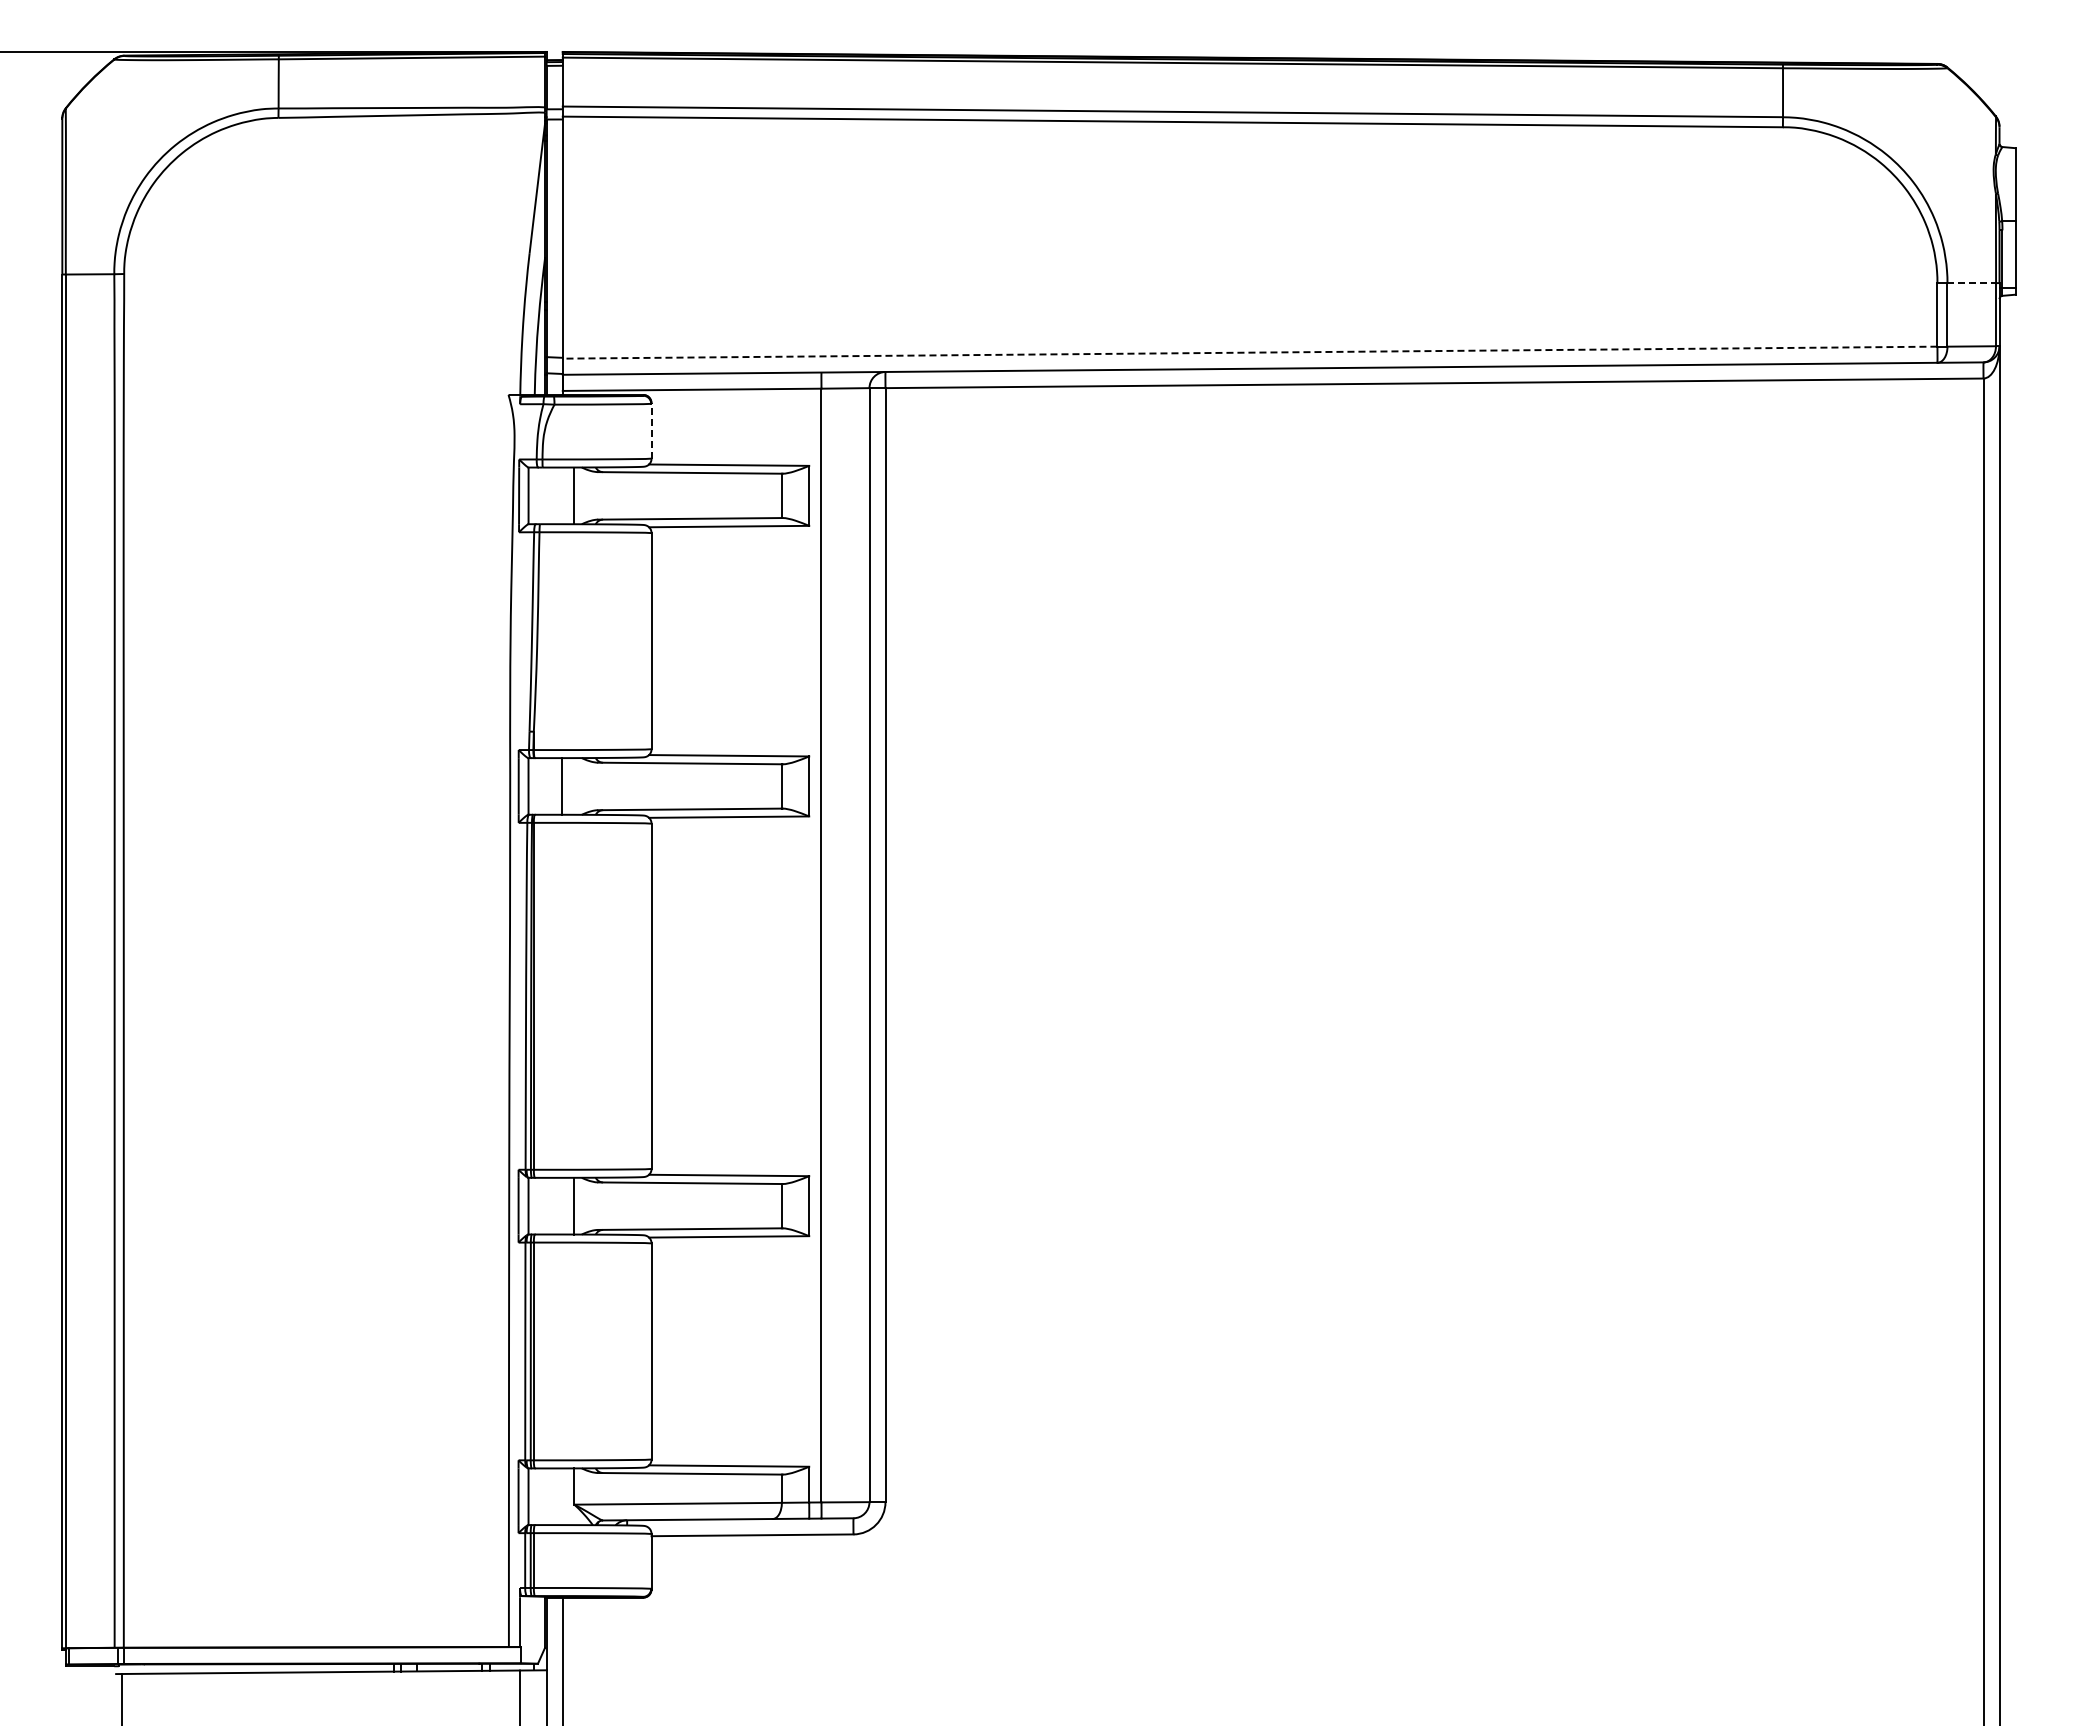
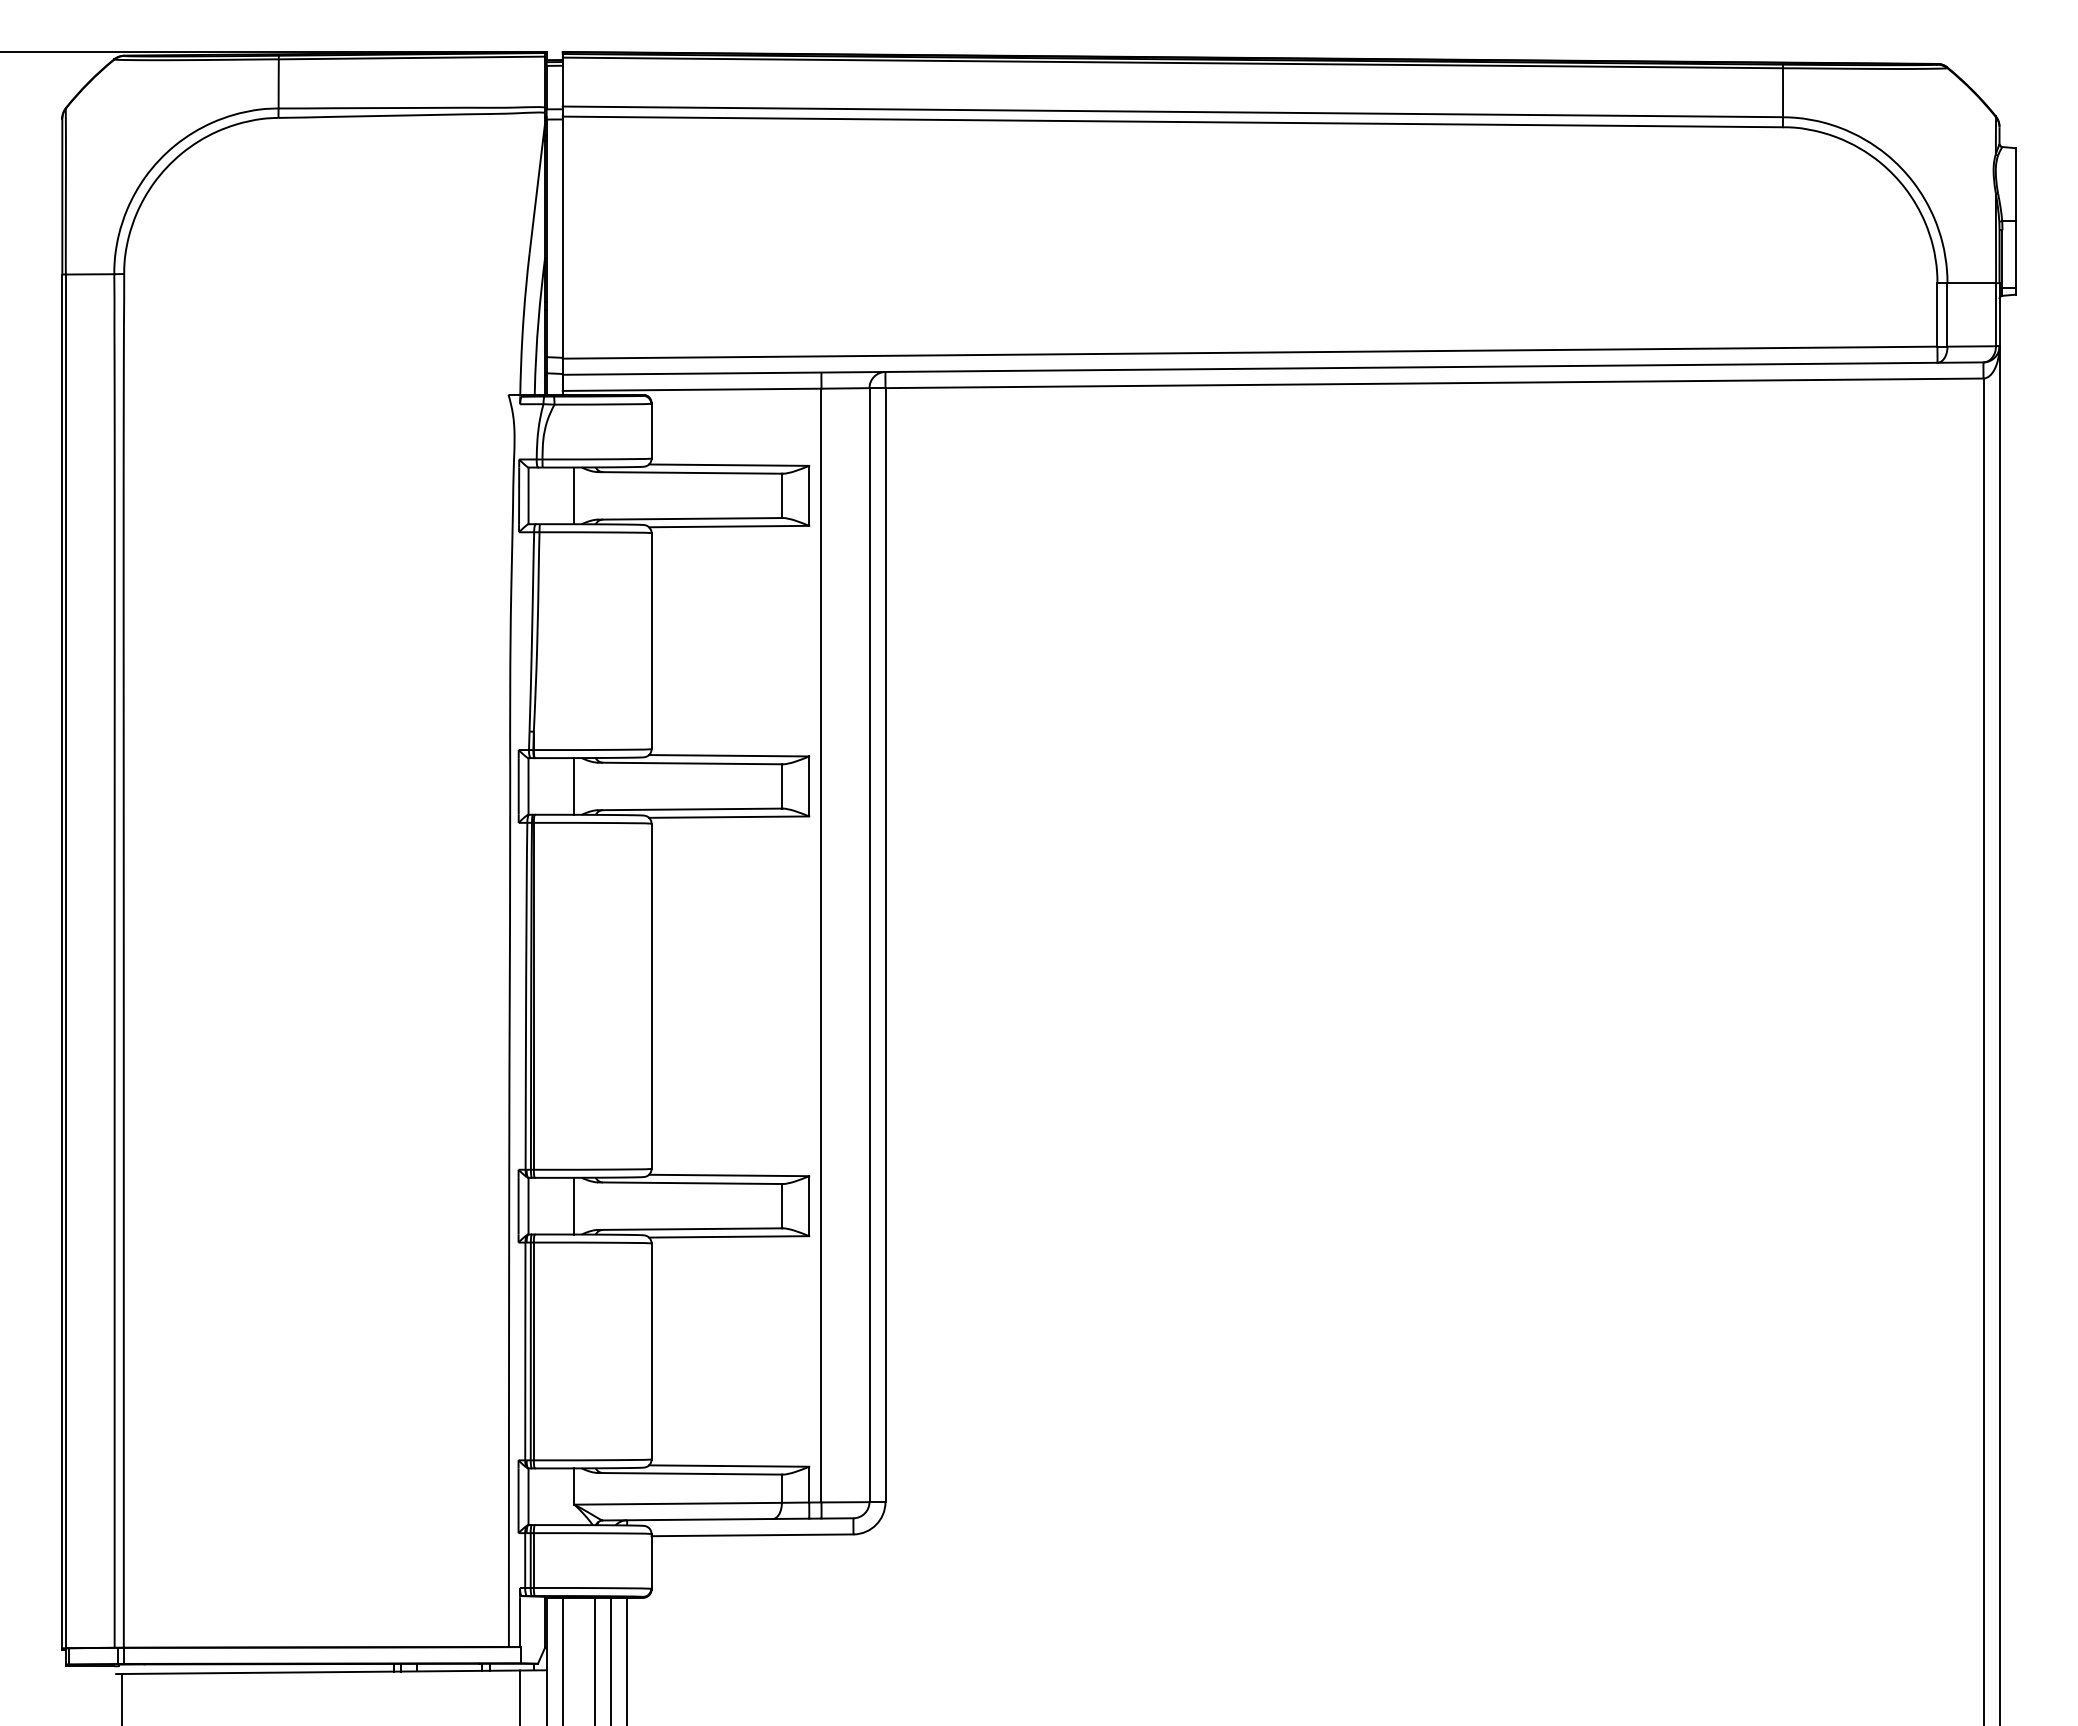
line at (1972, 283): dashed -> solid
line at (1249, 352): dashed -> solid
line at (651, 430): dashed -> solid
line at (562, 786) position: (562, 786) -> (574, 786)
line at (595, 1659): none -> present
line at (611, 1659): none -> present
line at (627, 1659): none -> present
